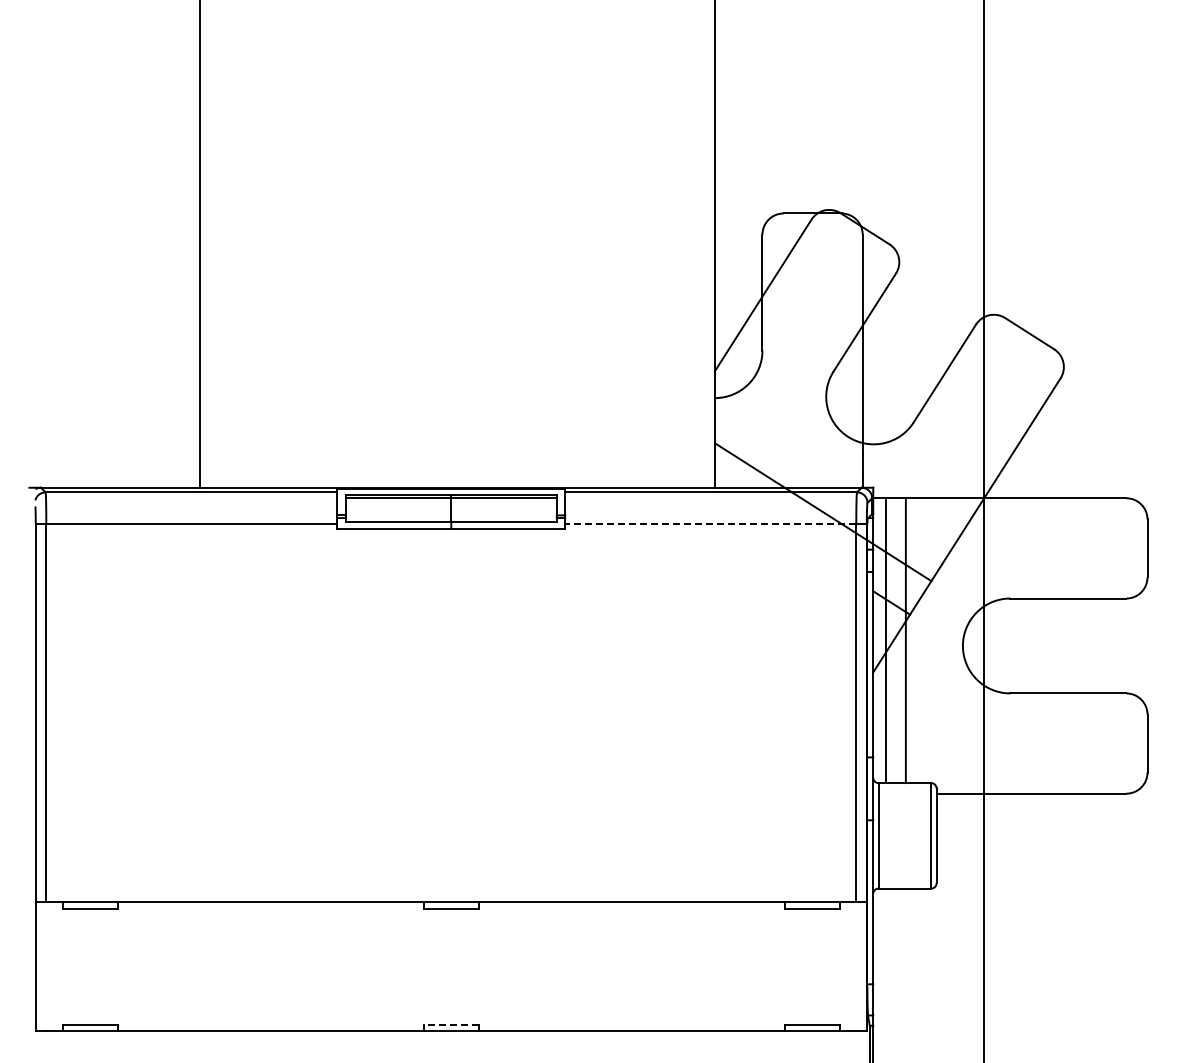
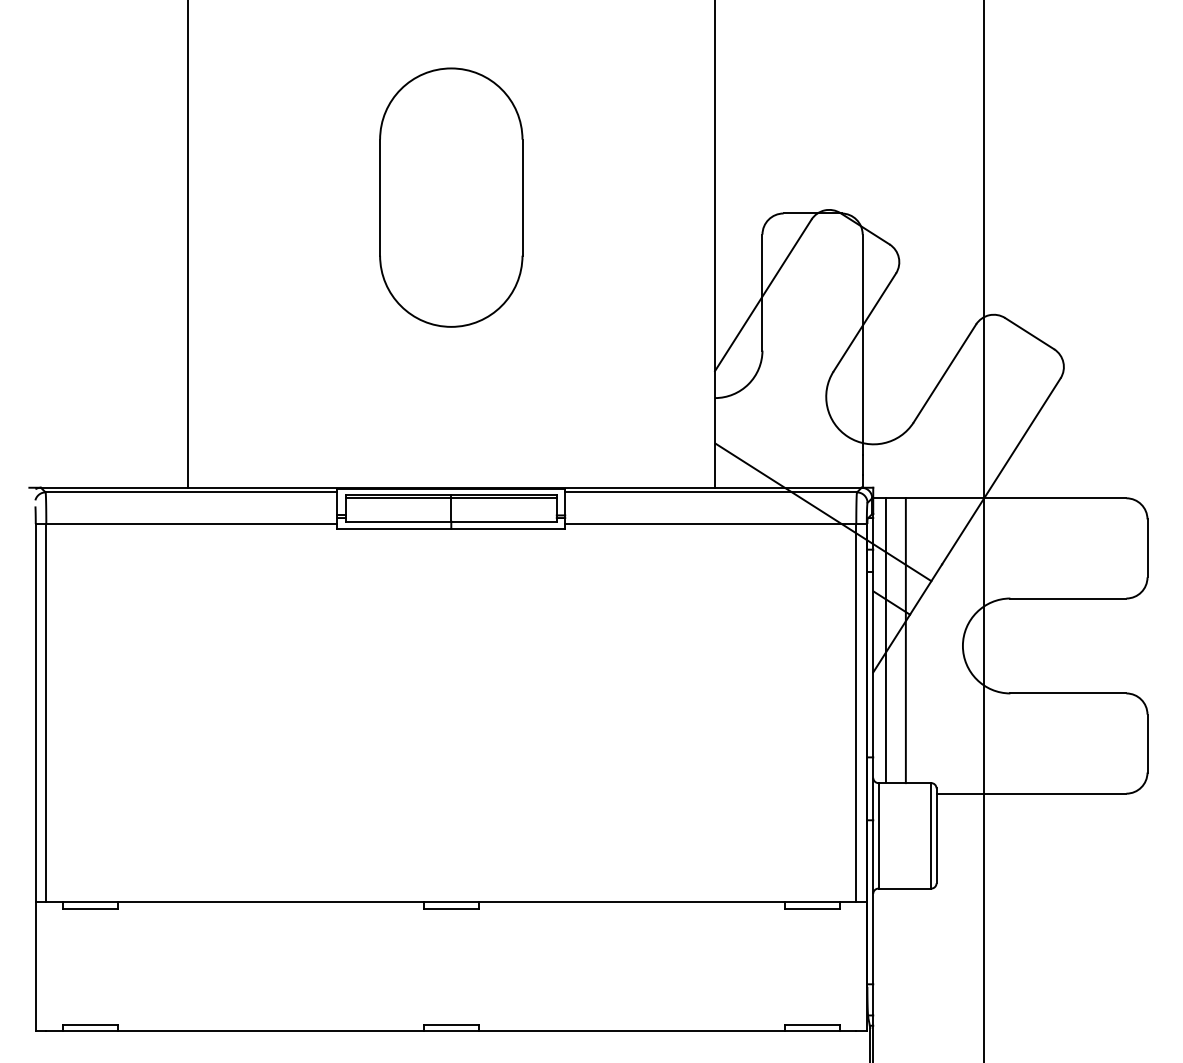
part at (451, 197): none -> present
line at (199, 244) position: (199, 244) -> (187, 244)
line at (710, 524): dashed -> solid
line at (450, 1024): dashed -> solid
